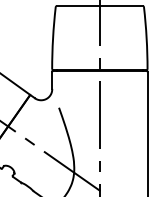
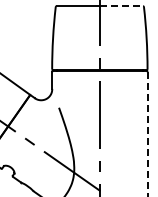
line at (121, 6): solid -> dashed
line at (147, 134): solid -> dashed
